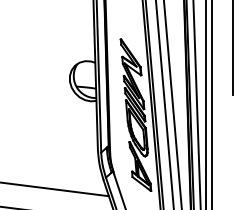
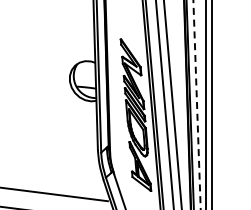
line at (233, 48): present -> none
line at (197, 104): solid -> dashed
line at (55, 189) position: (55, 189) -> (54, 194)
